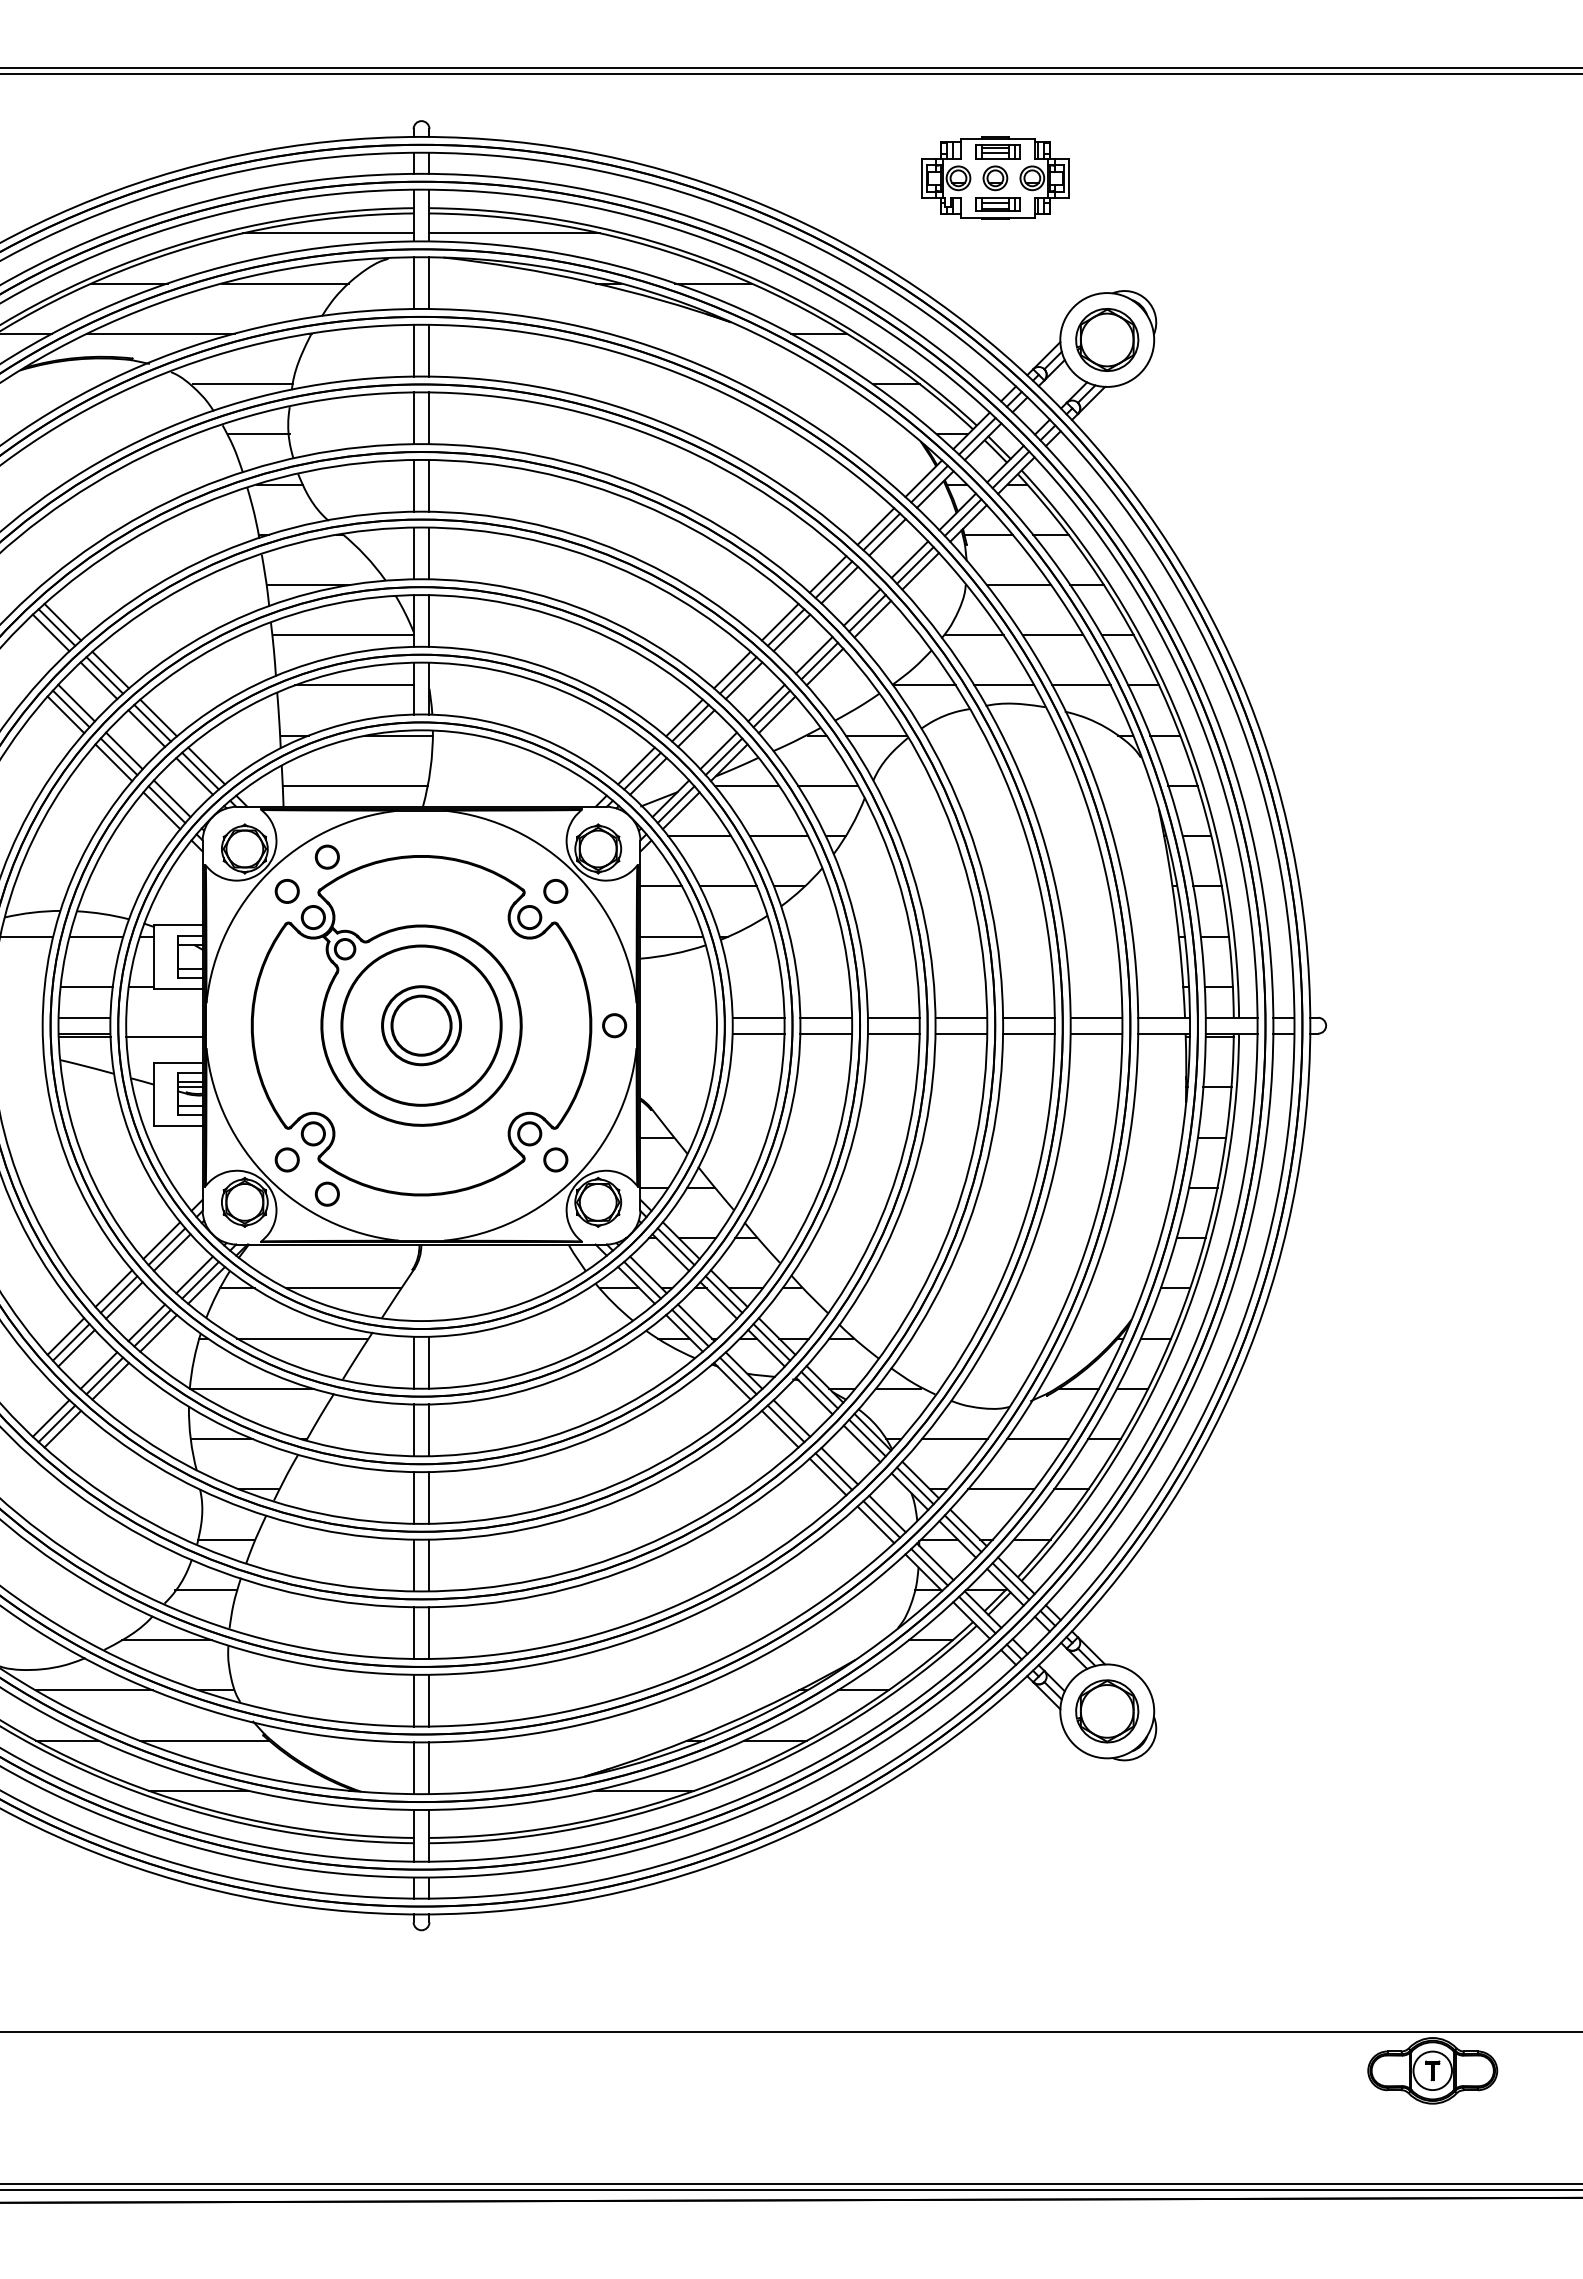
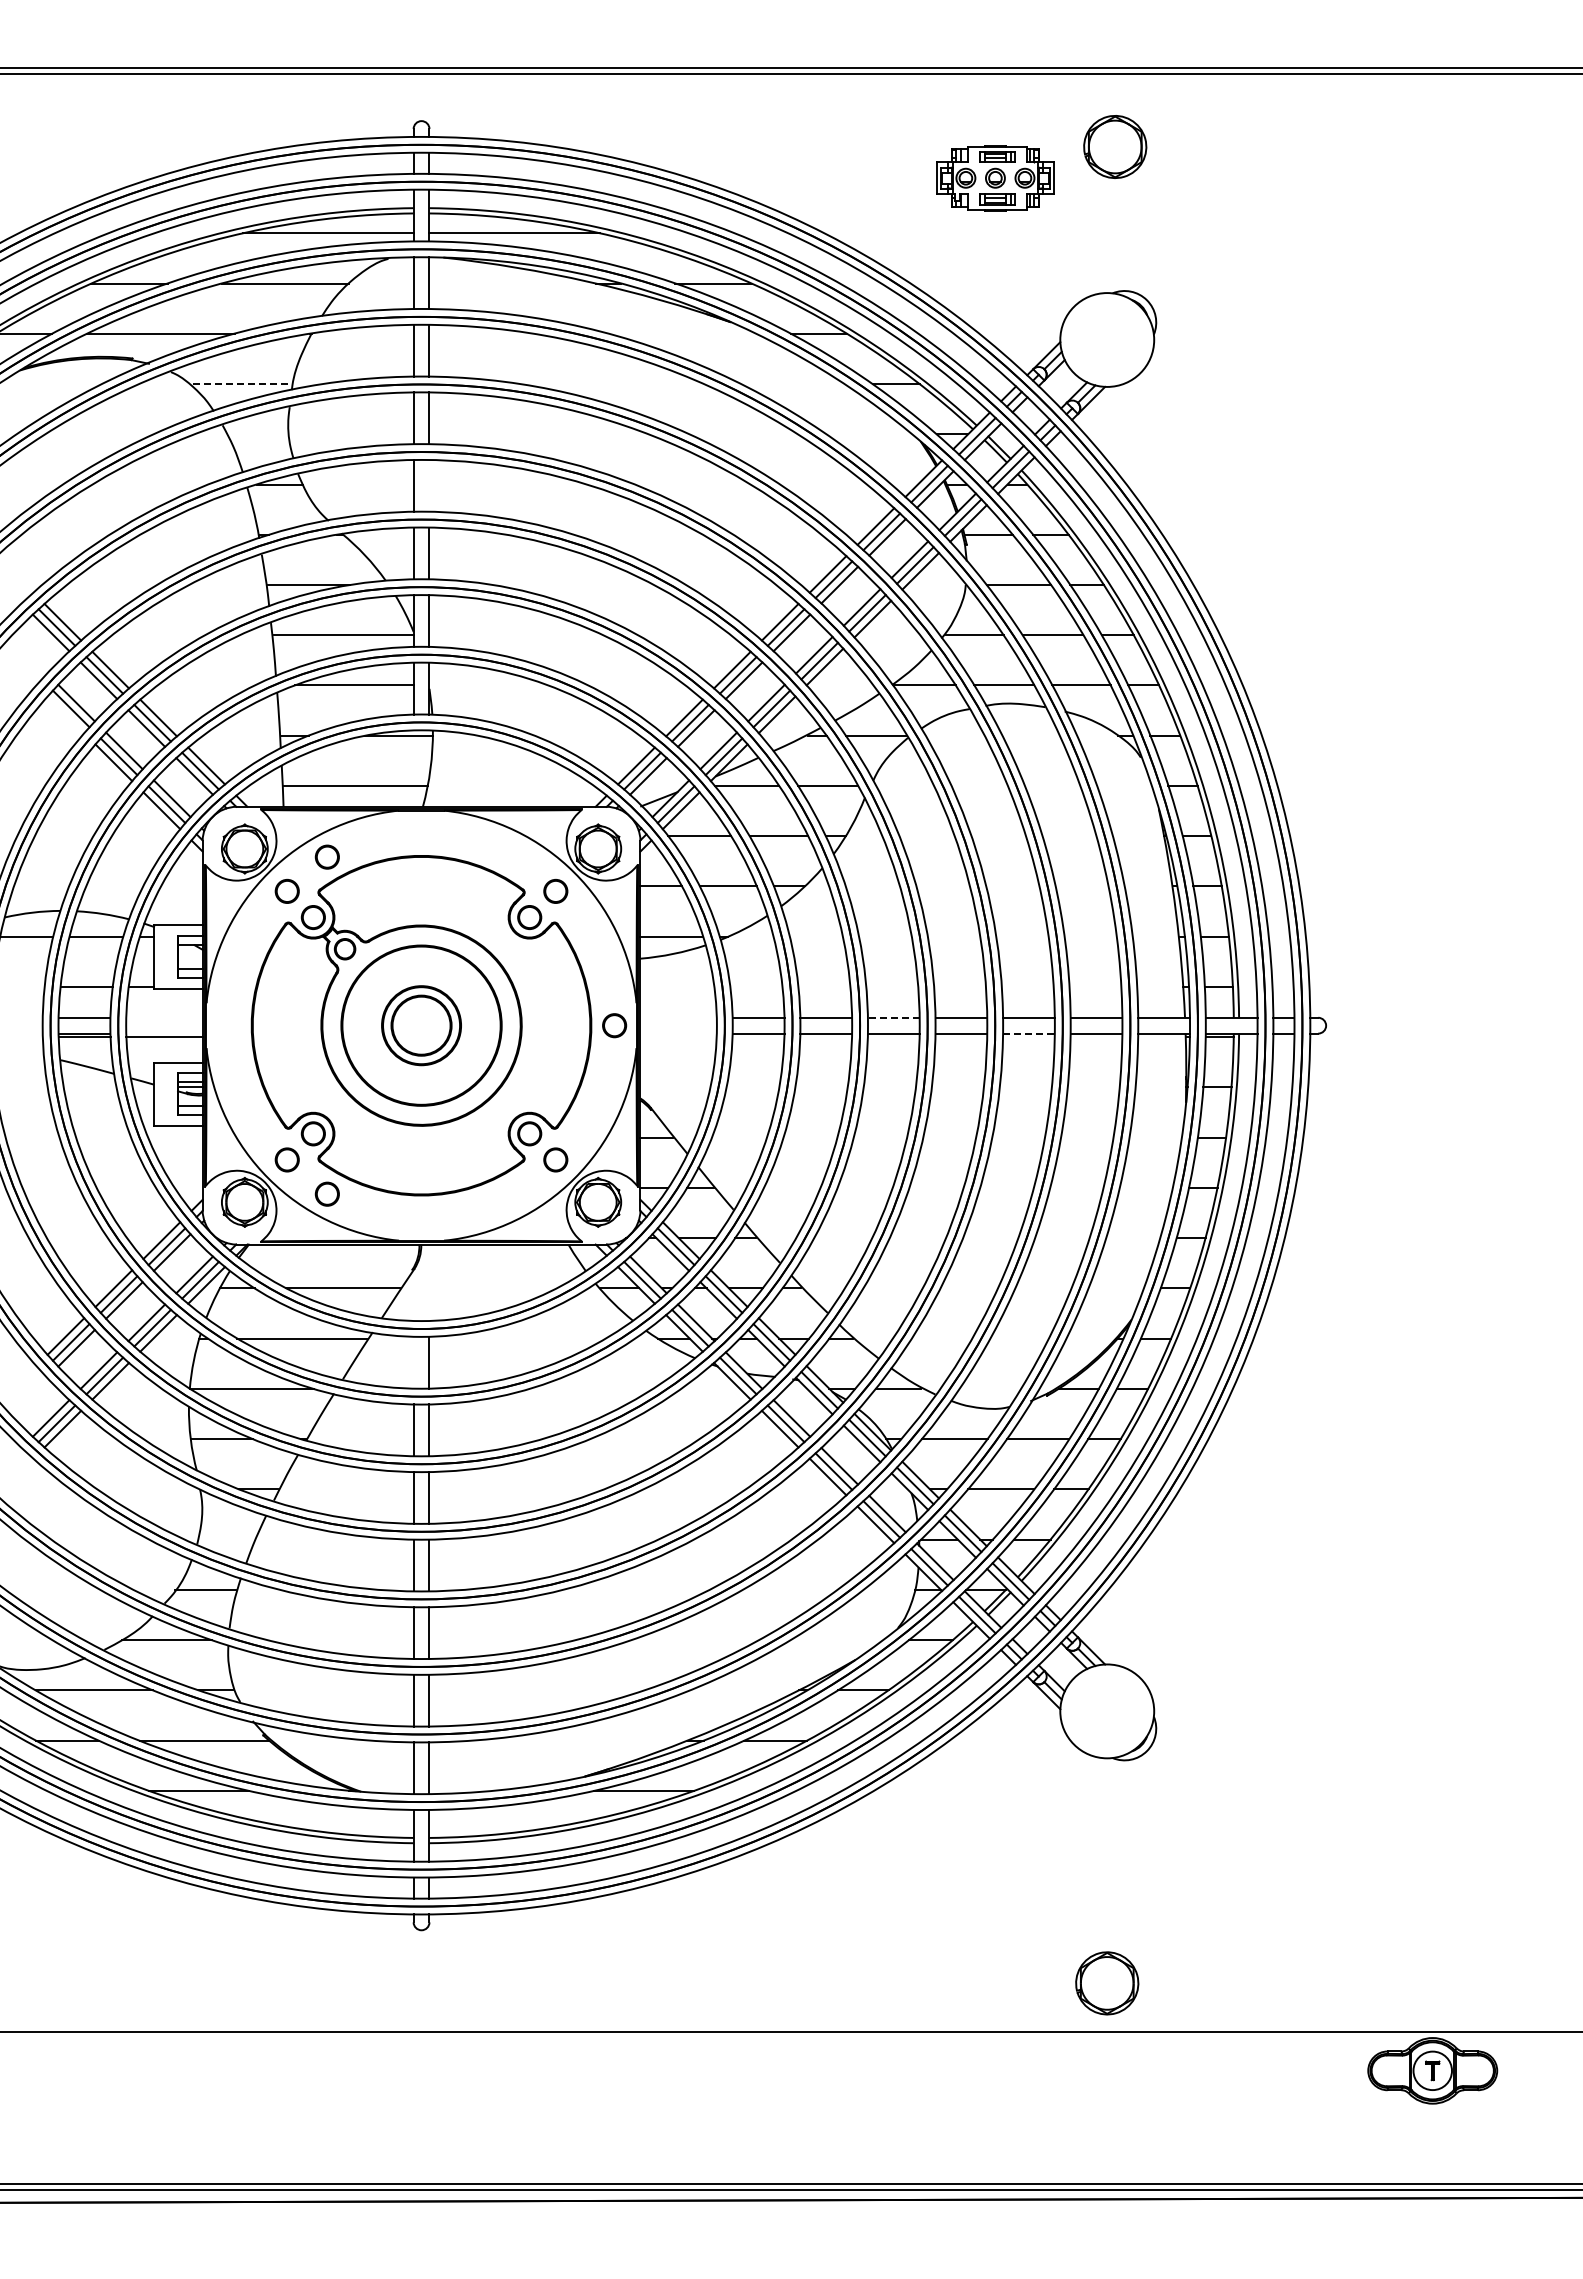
part at (995, 177) size: 149x84 px -> 119x67 px
part at (1107, 339) position: (1107, 339) -> (1115, 146)
line at (243, 384): solid -> dashed
line at (259, 434): present -> none
line at (429, 485): present -> none
line at (65, 714): present -> none
line at (893, 1017): solid -> dashed
line at (1028, 1033): solid -> dashed
line at (413, 1362): present -> none
line at (226, 1539): present -> none
part at (1107, 1711) position: (1107, 1711) -> (1107, 1983)
